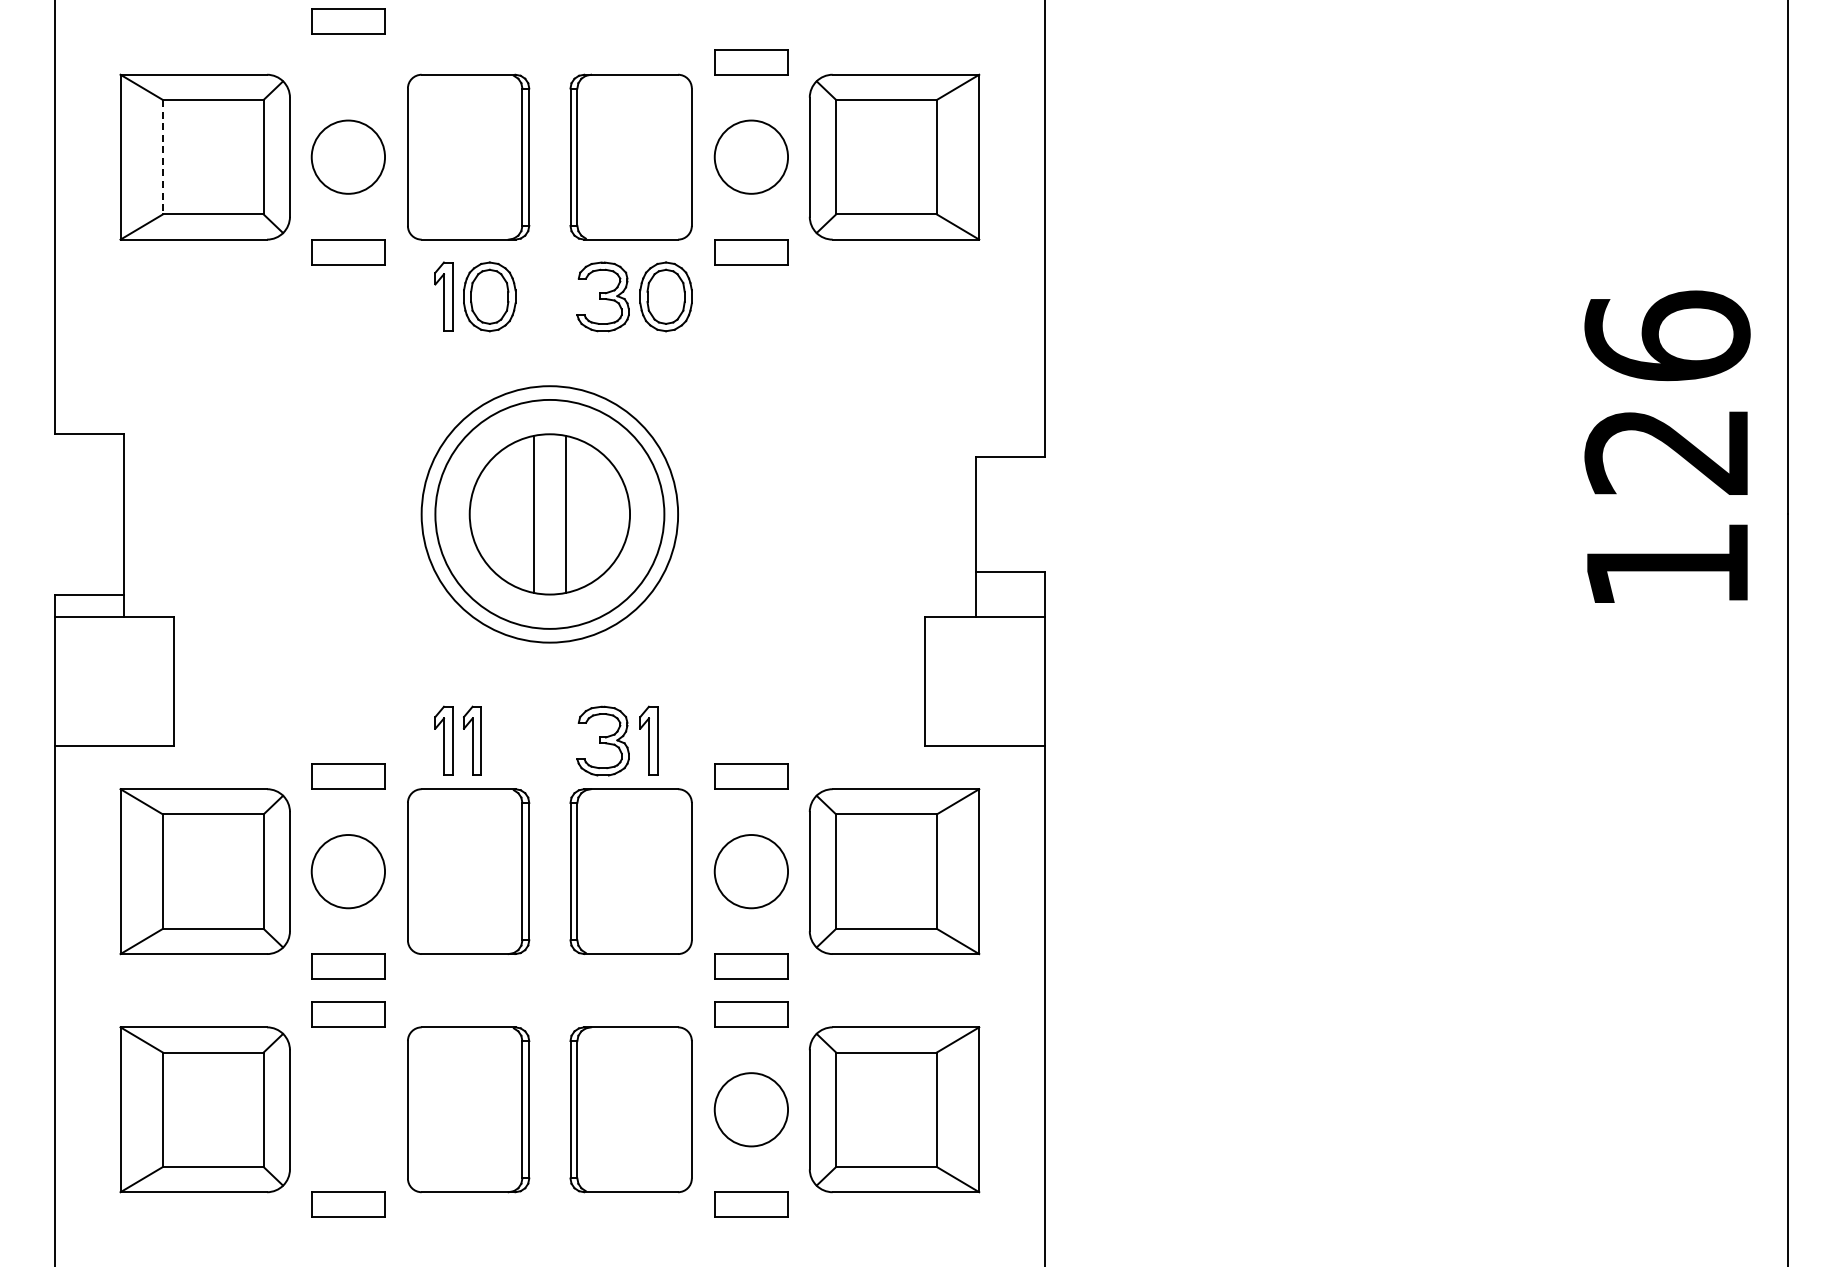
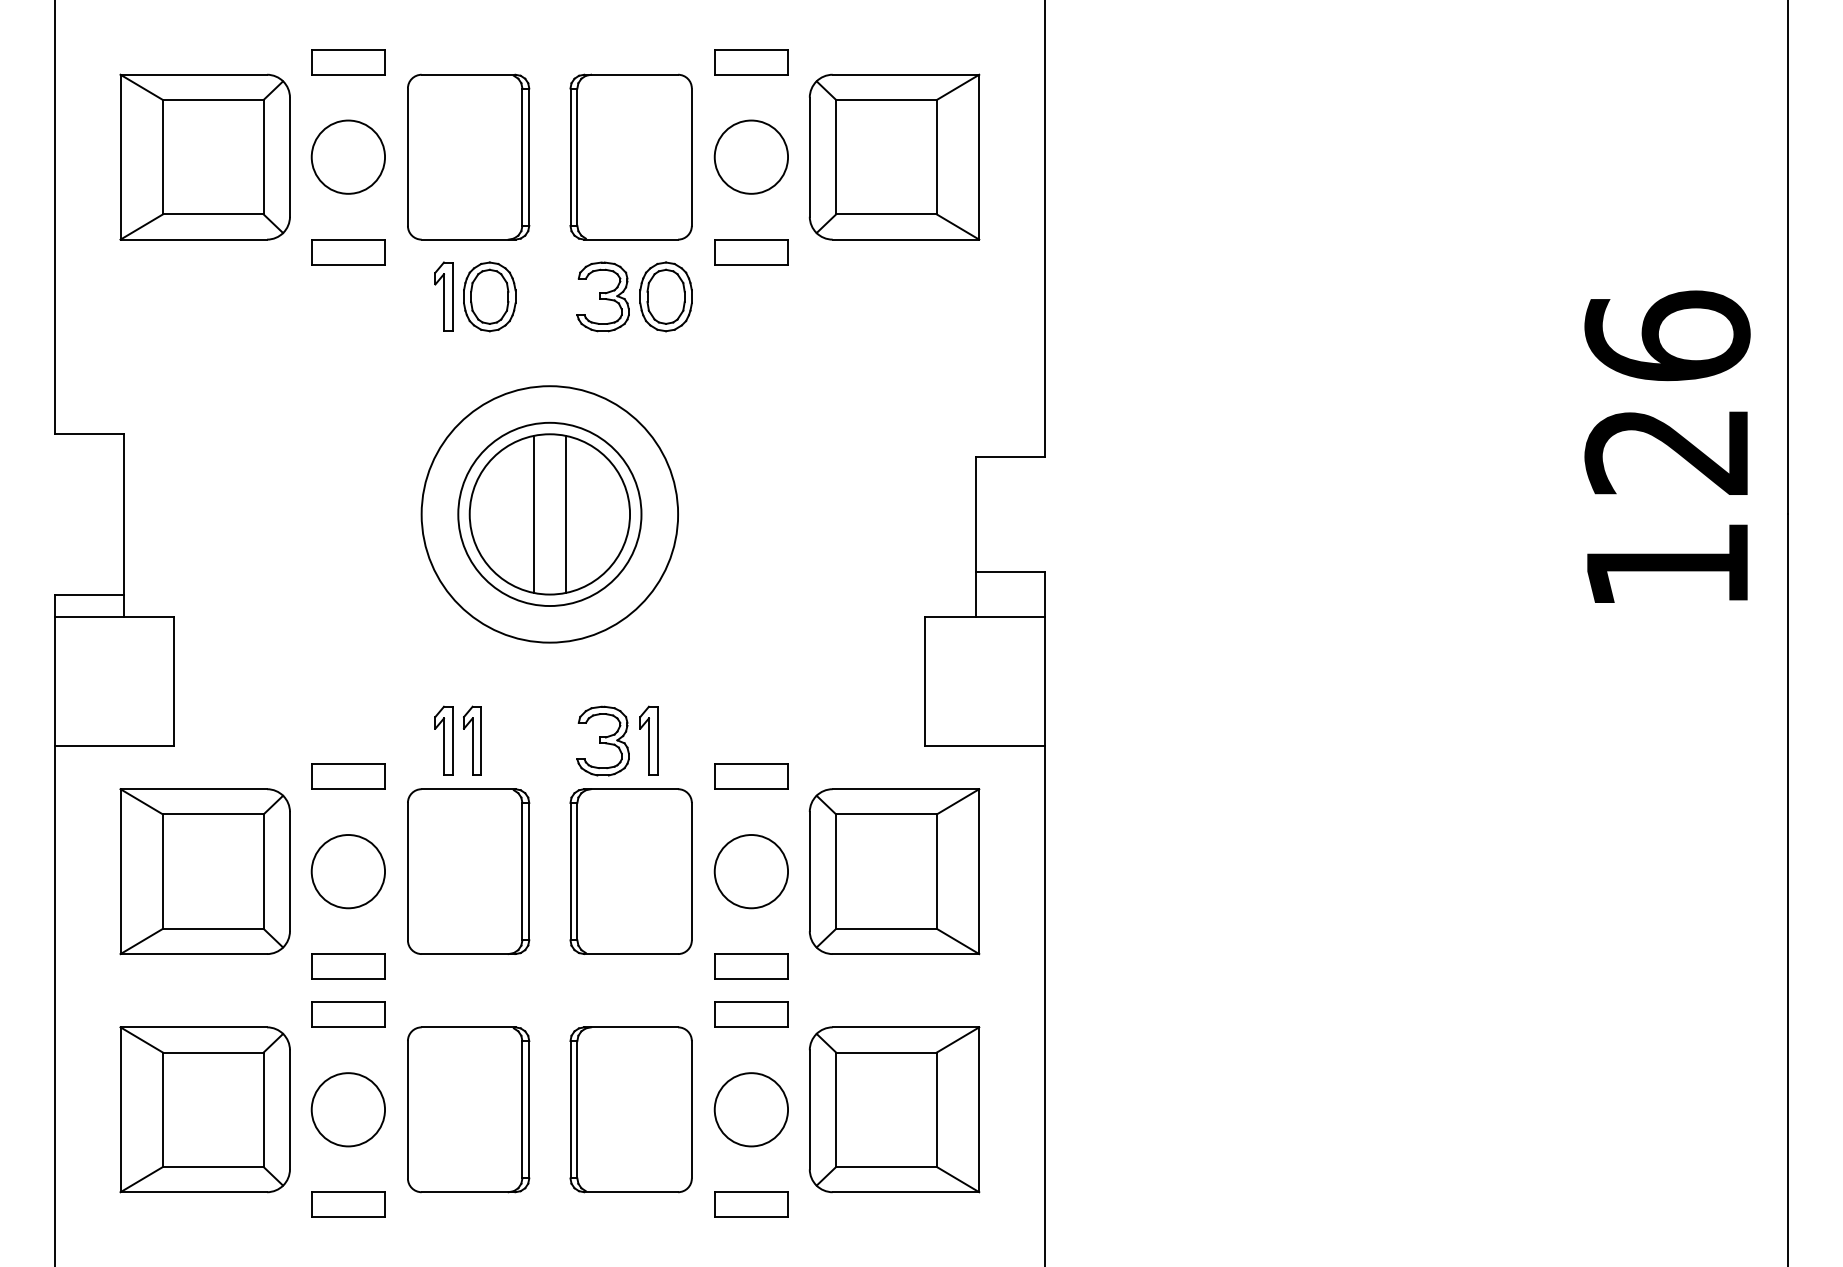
part at (348, 21) position: (348, 21) -> (348, 62)
line at (162, 157): dashed -> solid
circle at (549, 513) diameter: 229 px -> 183 px
circle at (347, 1109): none -> present
